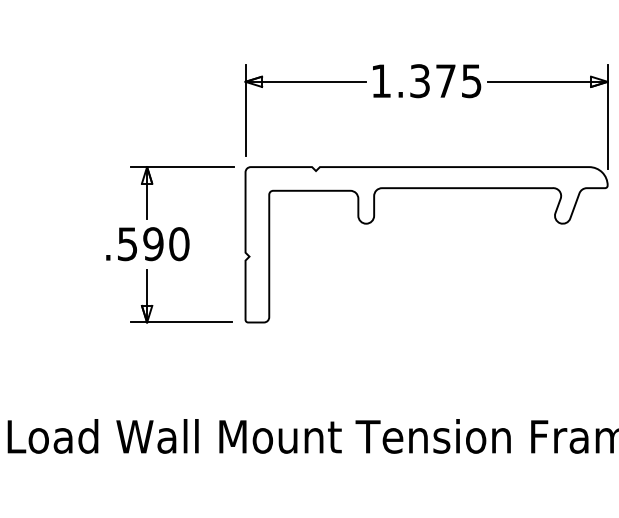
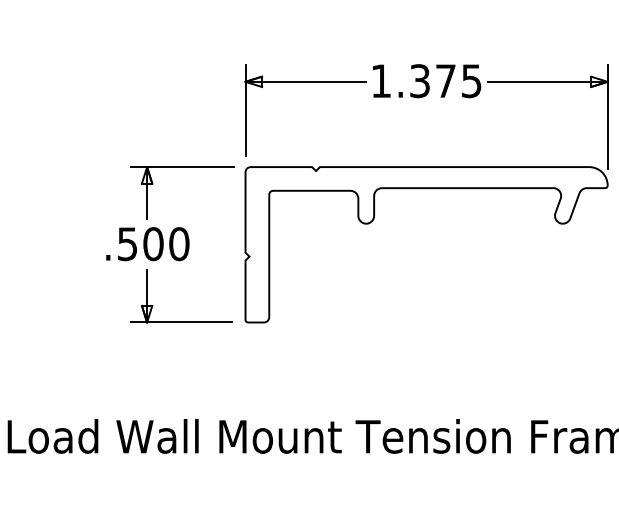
text at (153, 244): .590 -> .500
